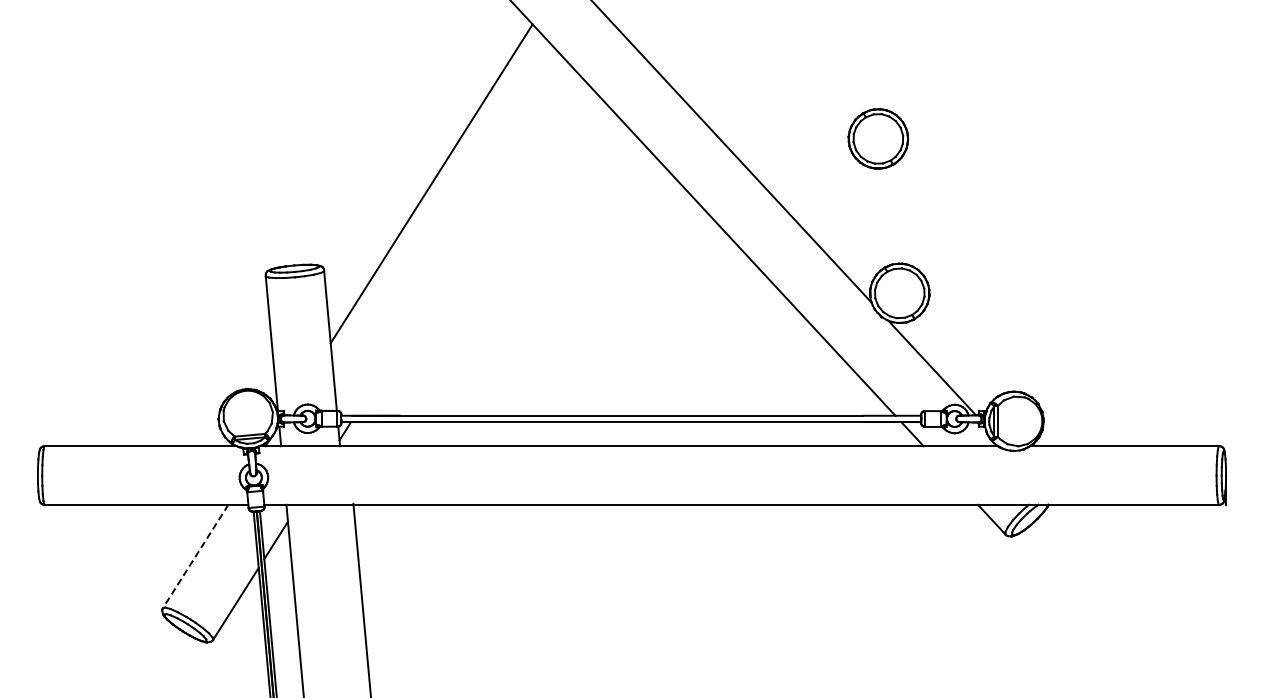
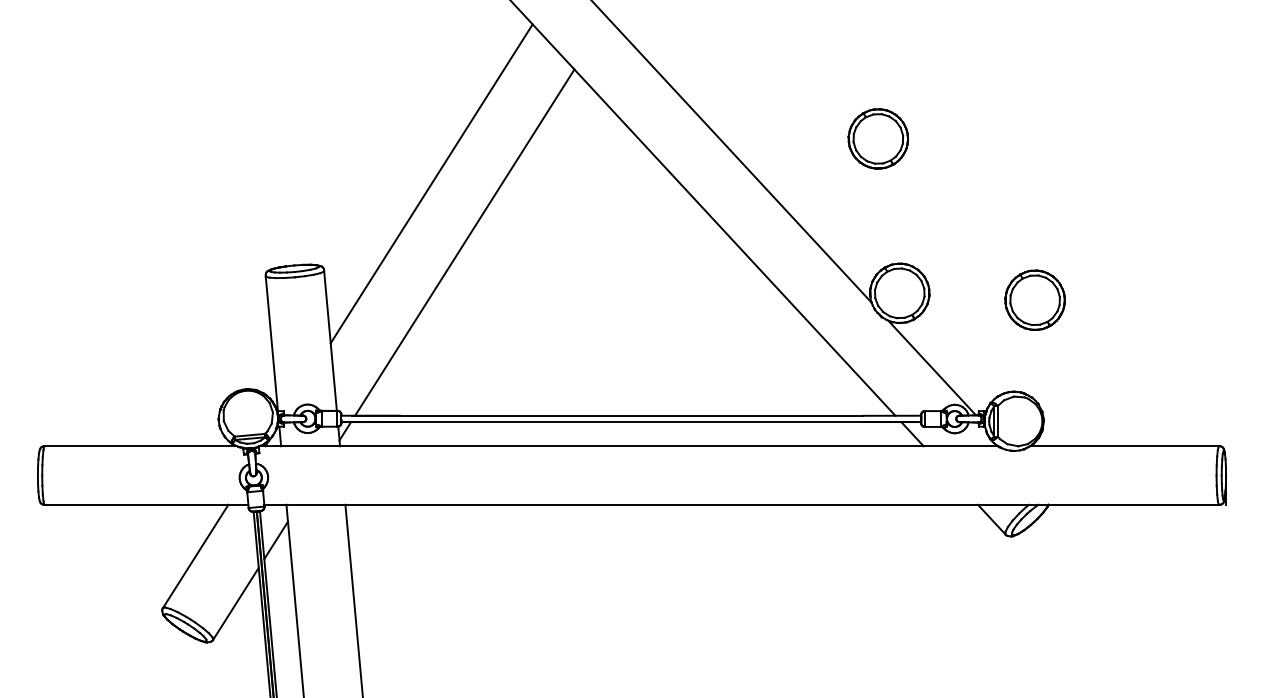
line at (464, 242): none -> present
part at (1034, 299): none -> present
line at (195, 556): dashed -> solid
line at (361, 598) position: (361, 598) -> (353, 599)
